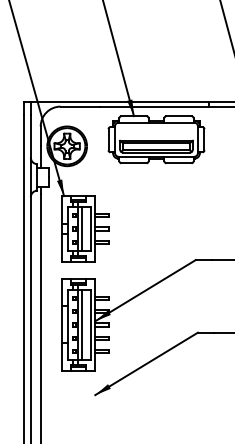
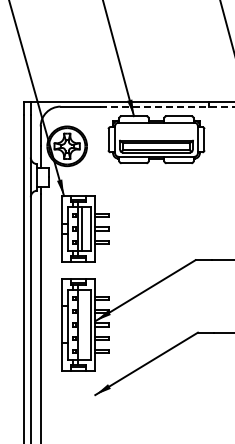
line at (167, 106): solid -> dashed
line at (82, 324): present -> none
